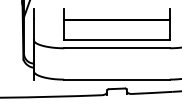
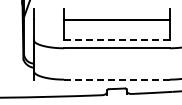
line at (116, 40): solid -> dashed
line at (116, 79): solid -> dashed
